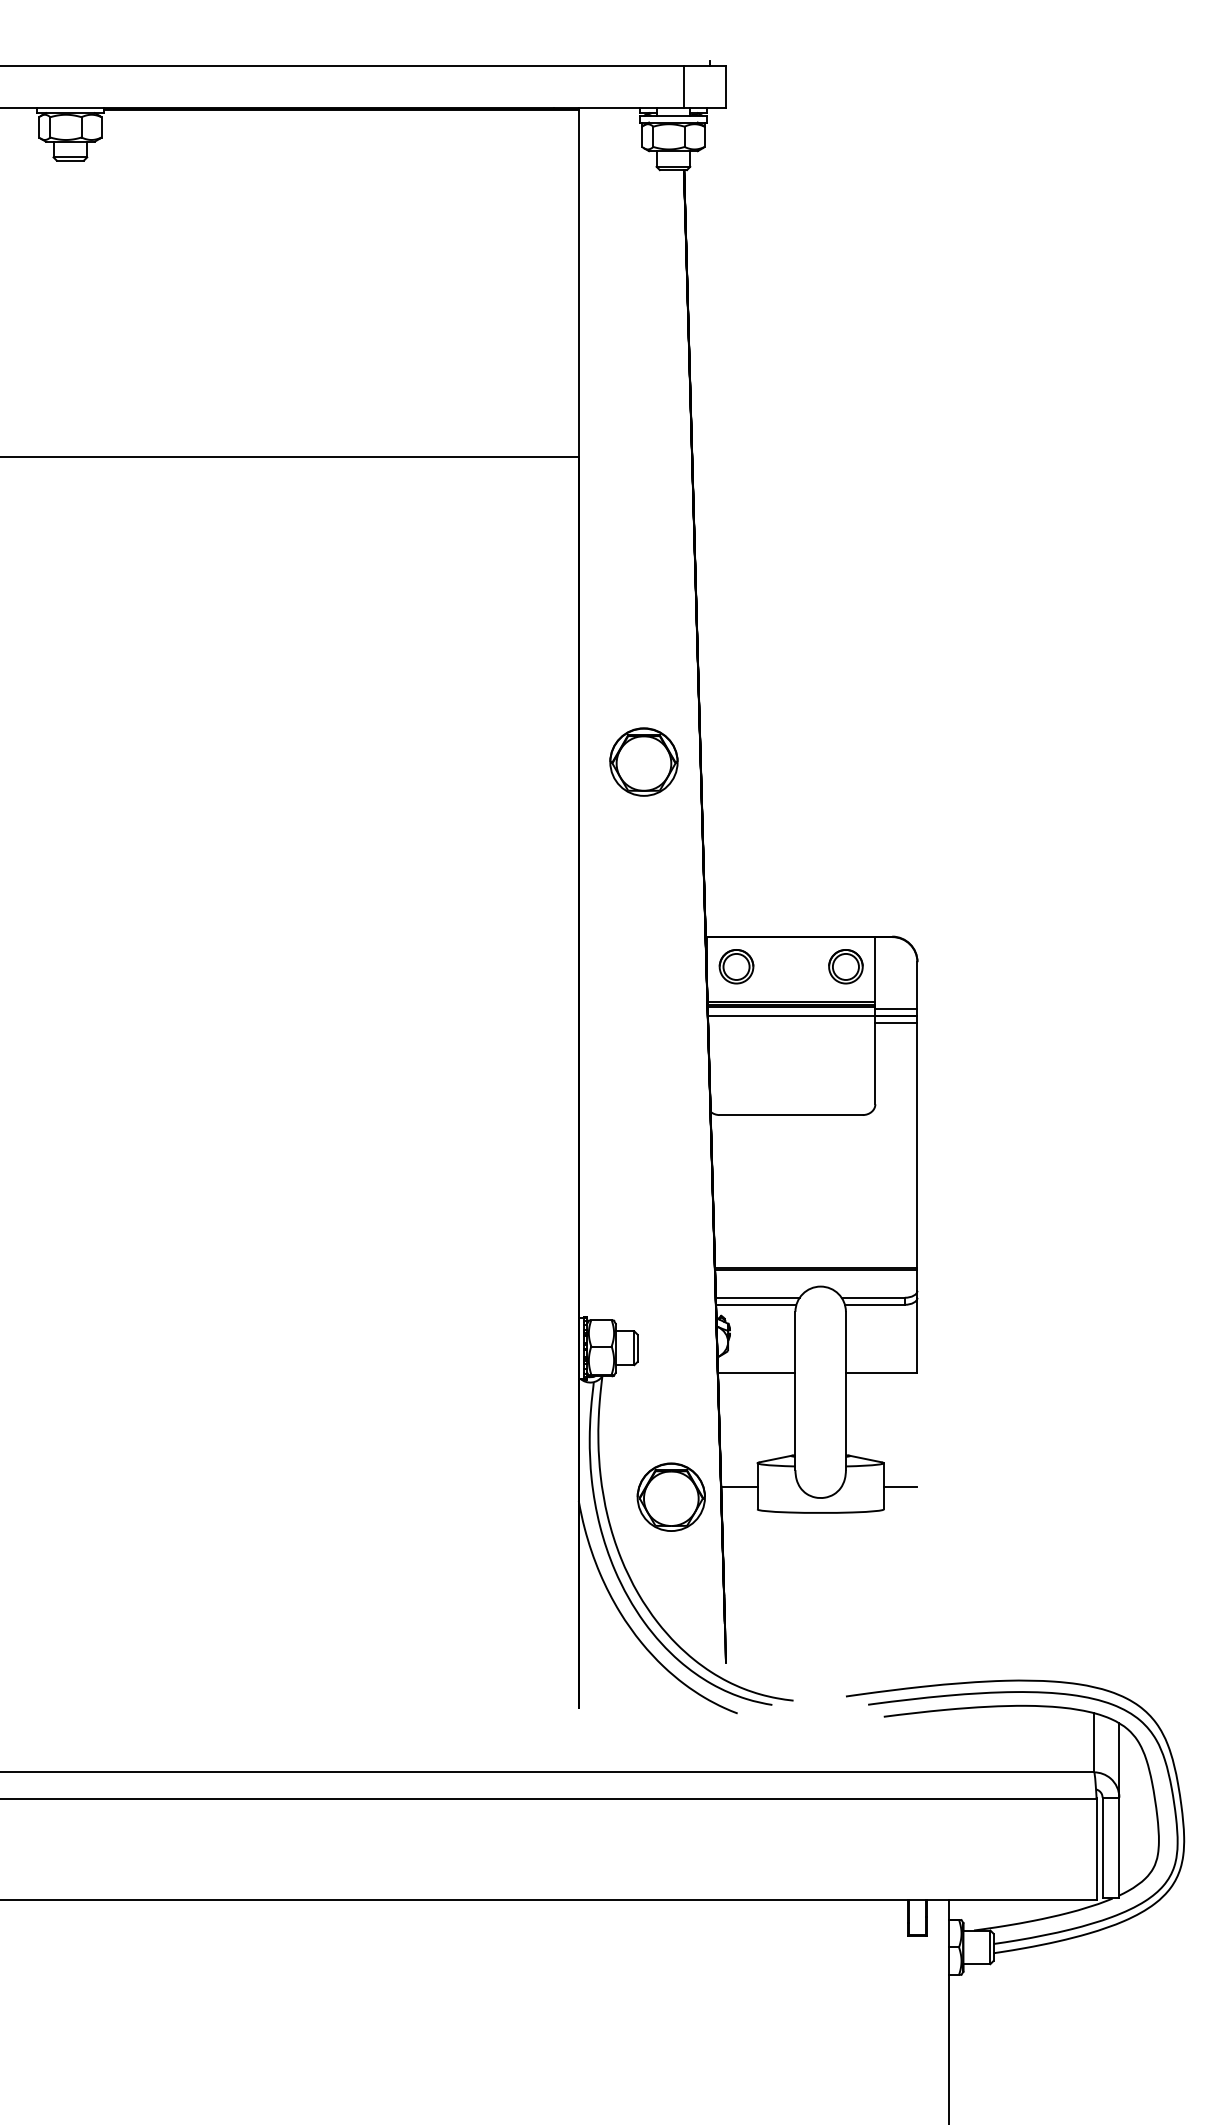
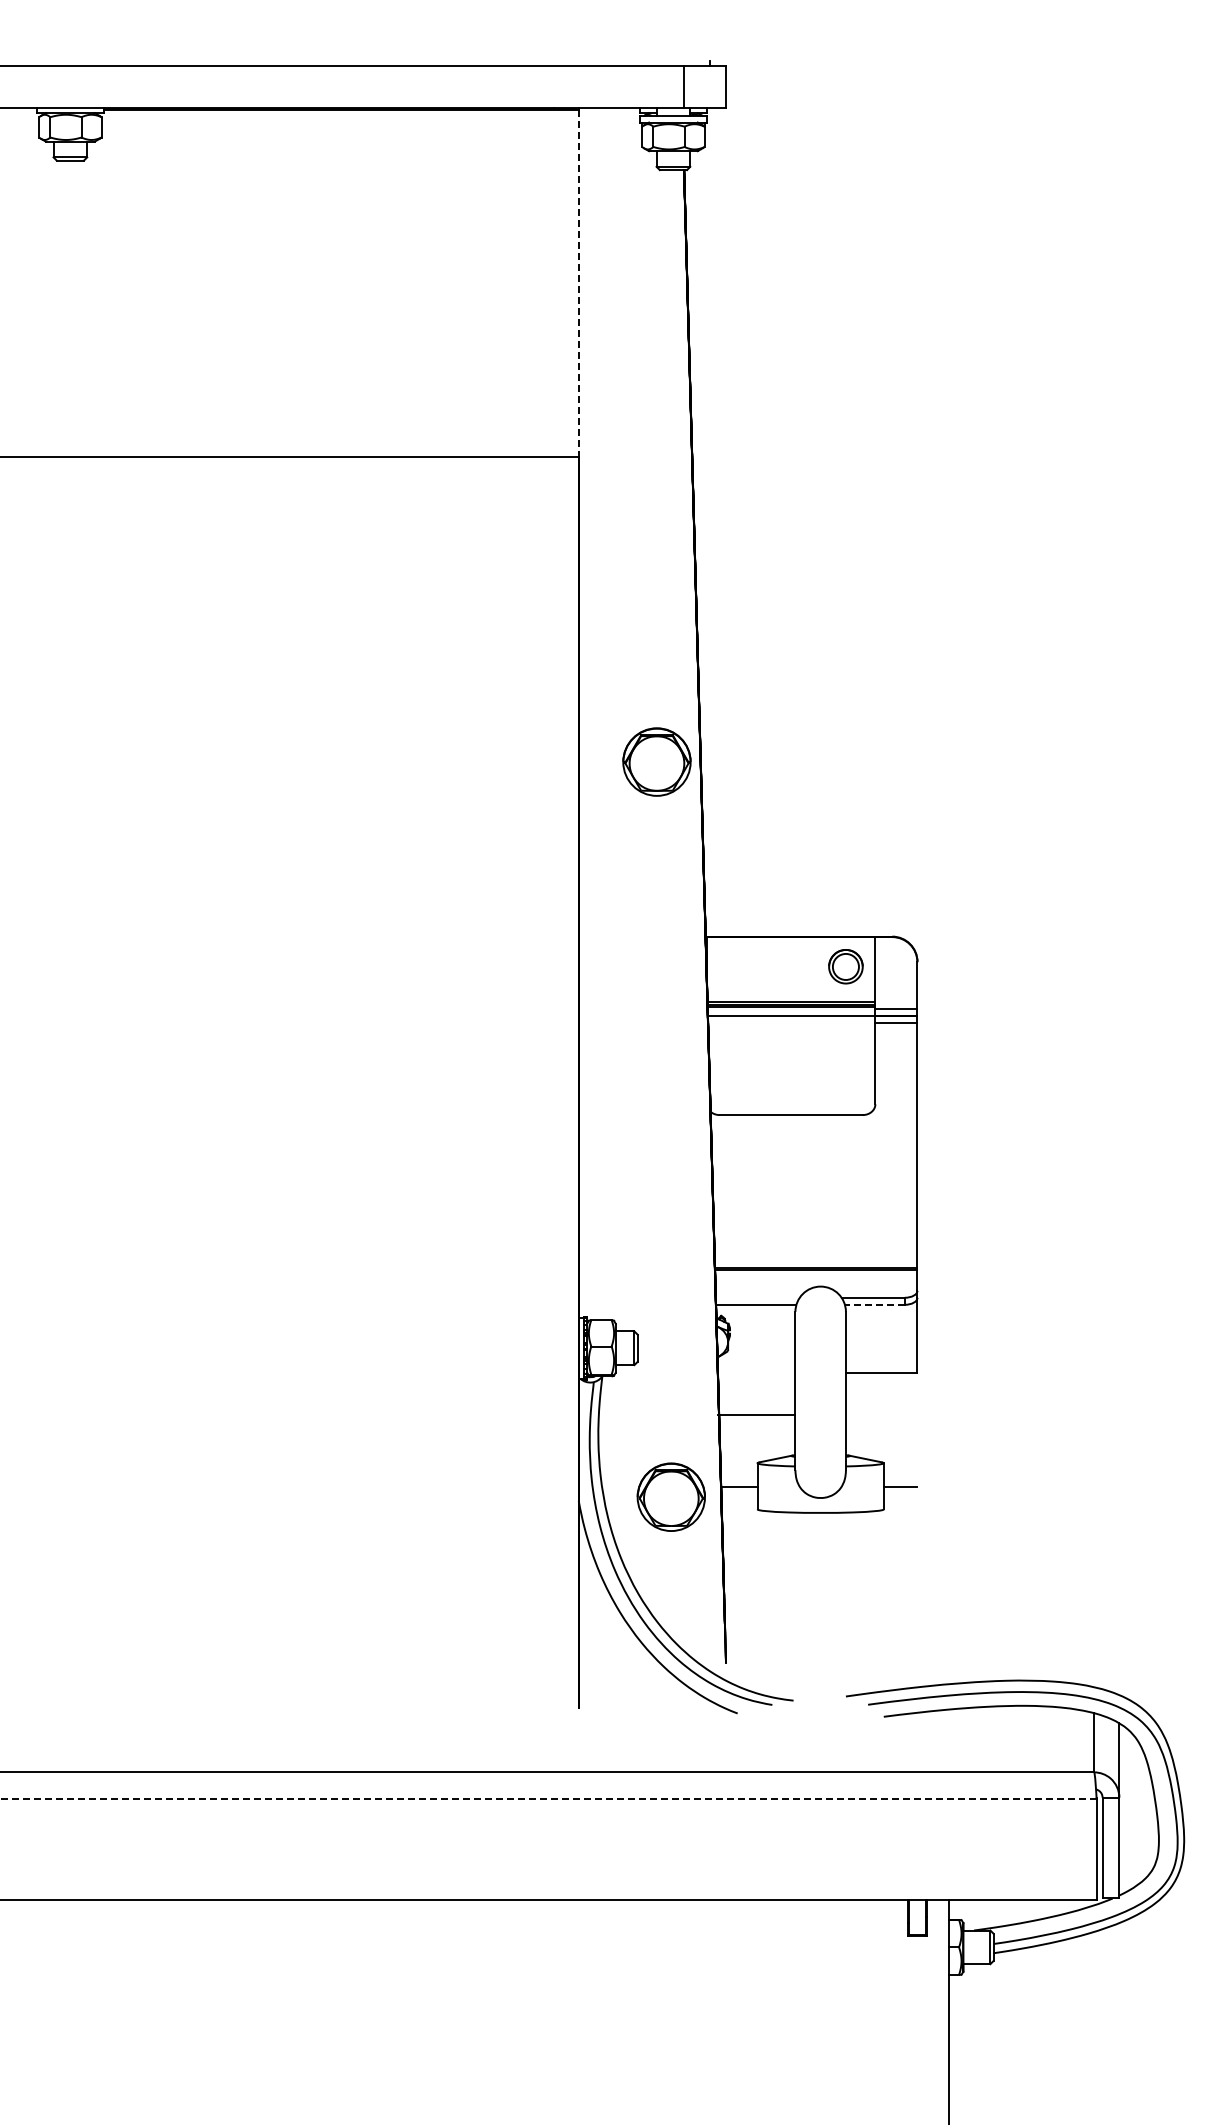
line at (578, 283): solid -> dashed
part at (643, 761) position: (643, 761) -> (656, 761)
part at (736, 966): present -> none
line at (757, 1297): present -> none
line at (874, 1304): solid -> dashed
line at (756, 1373) position: (756, 1373) -> (756, 1415)
line at (548, 1798): solid -> dashed
